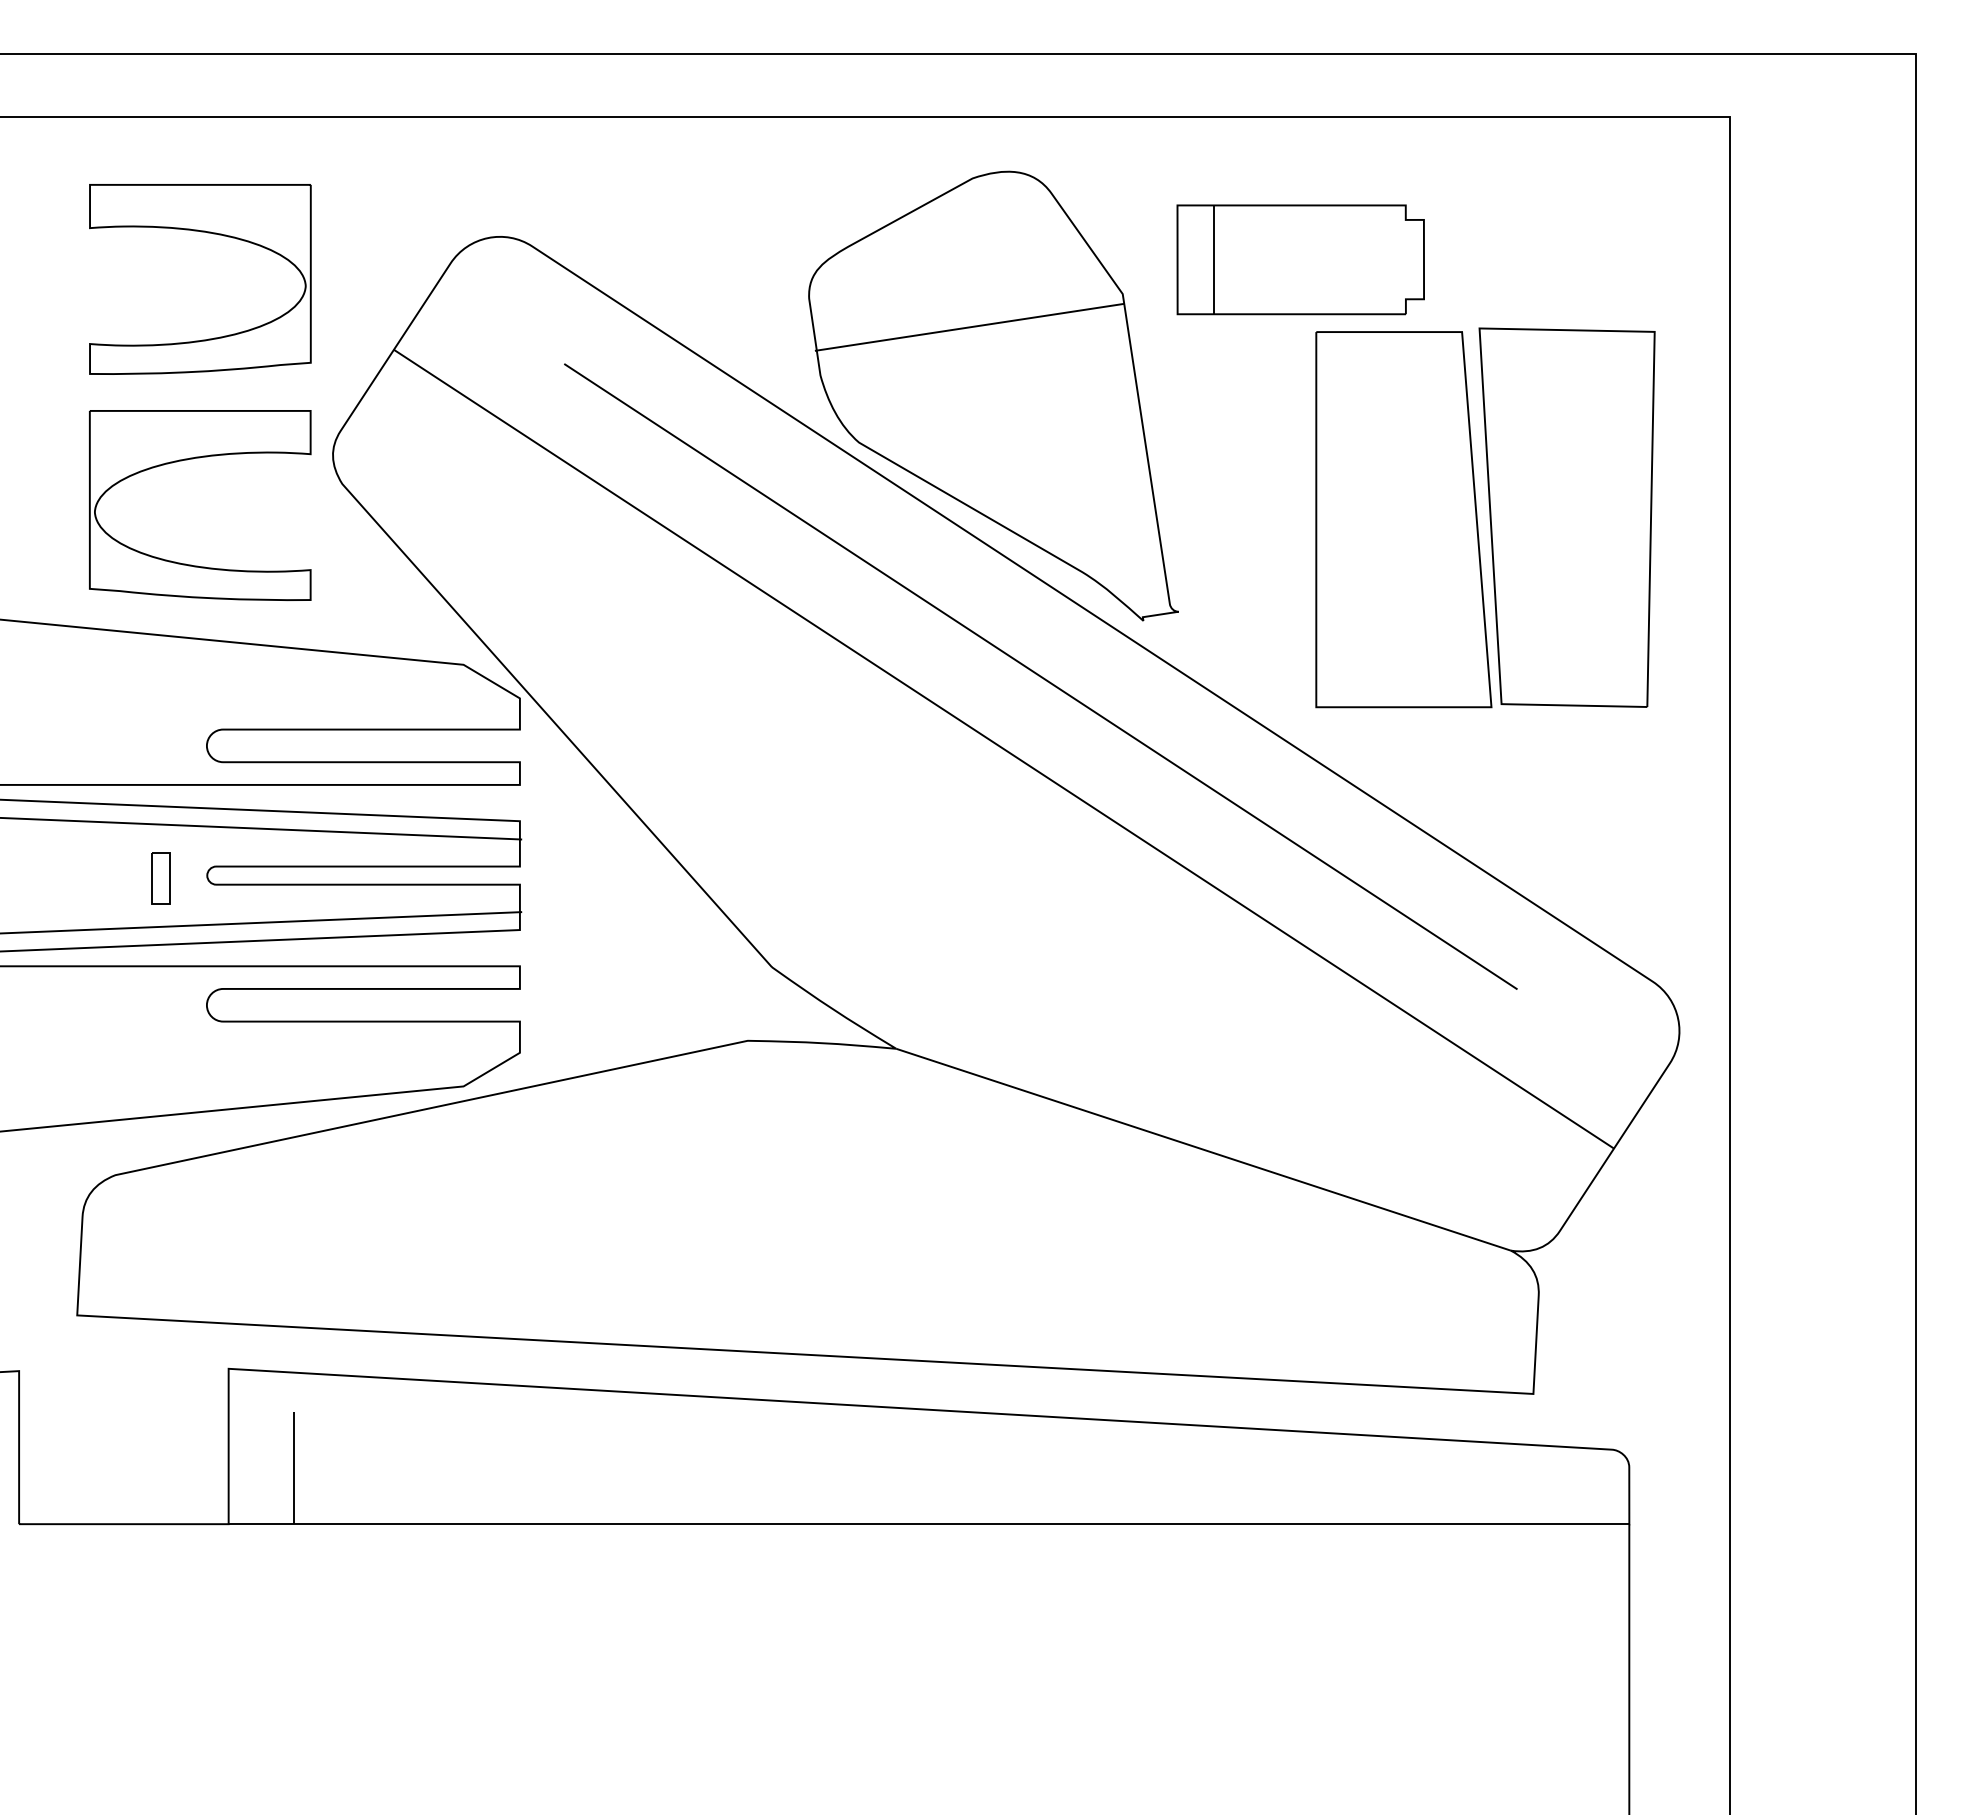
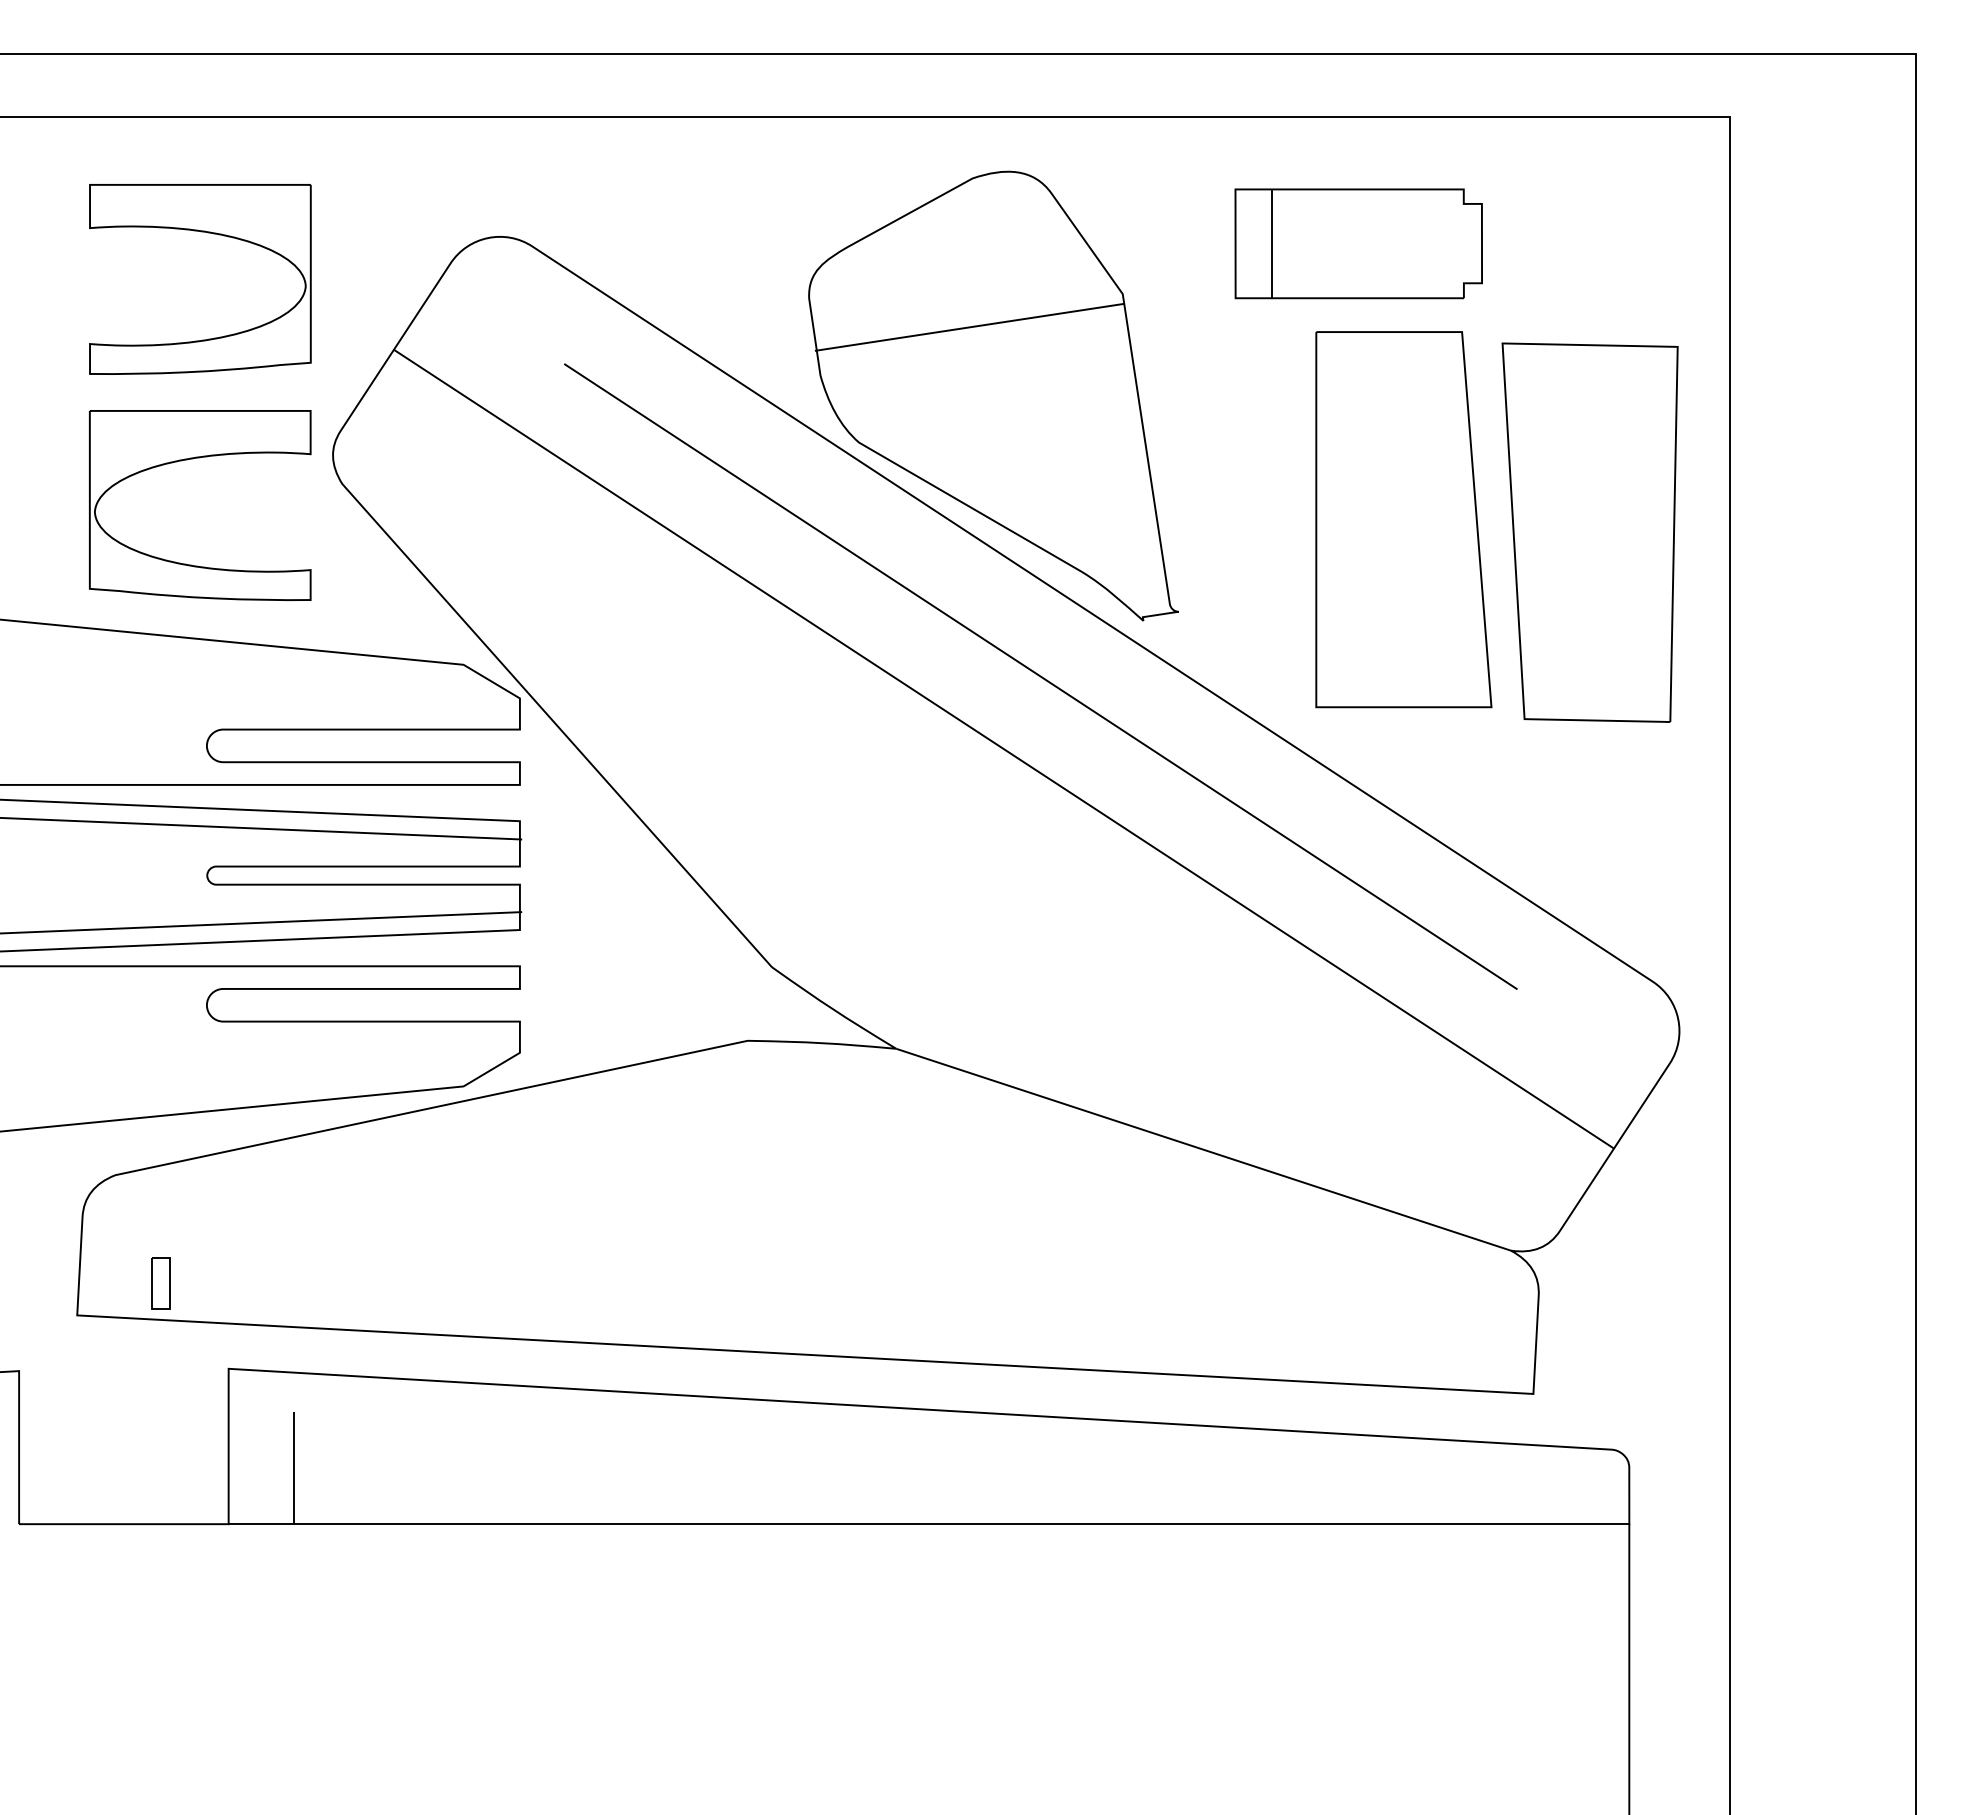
part at (1300, 259) position: (1300, 259) -> (1358, 243)
part at (1566, 517) position: (1566, 517) -> (1589, 532)
part at (160, 878) position: (160, 878) -> (160, 1283)
